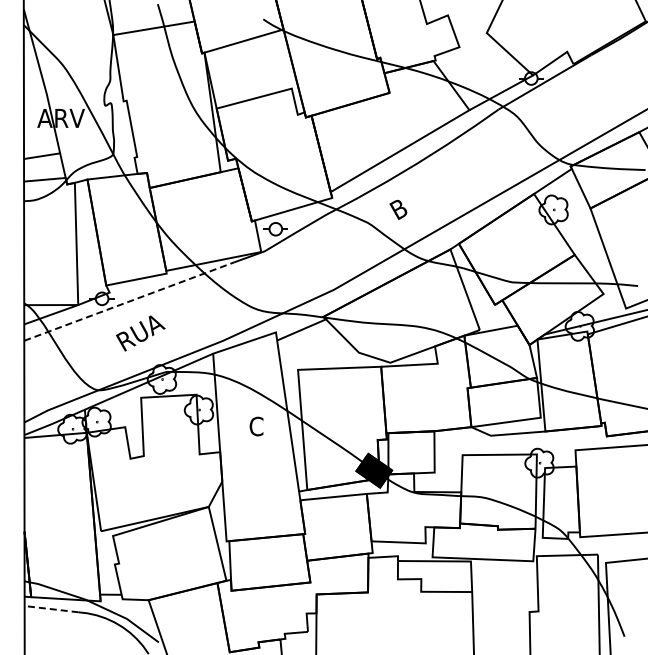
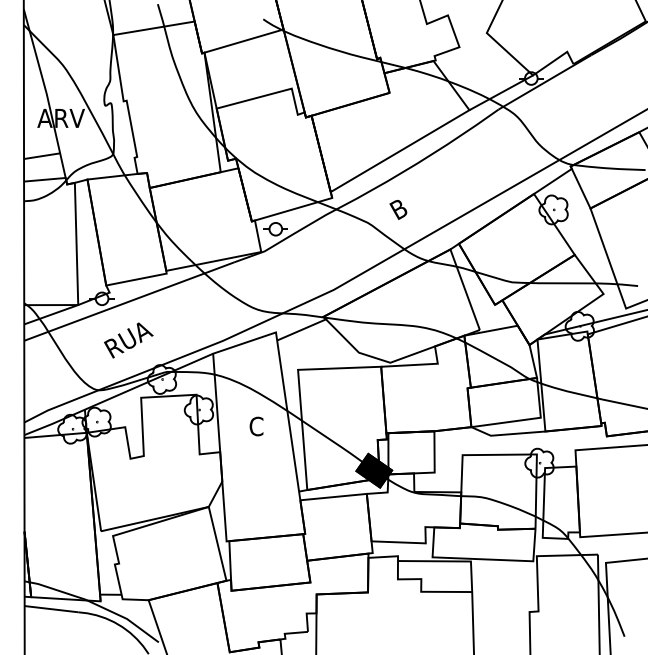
line at (129, 301): dashed -> solid
text at (140, 333) position: (140, 333) -> (128, 340)
line at (51, 609): dashed -> solid
